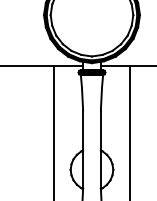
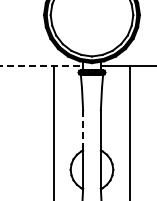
line at (41, 65): solid -> dashed
line at (83, 129): solid -> dashed
